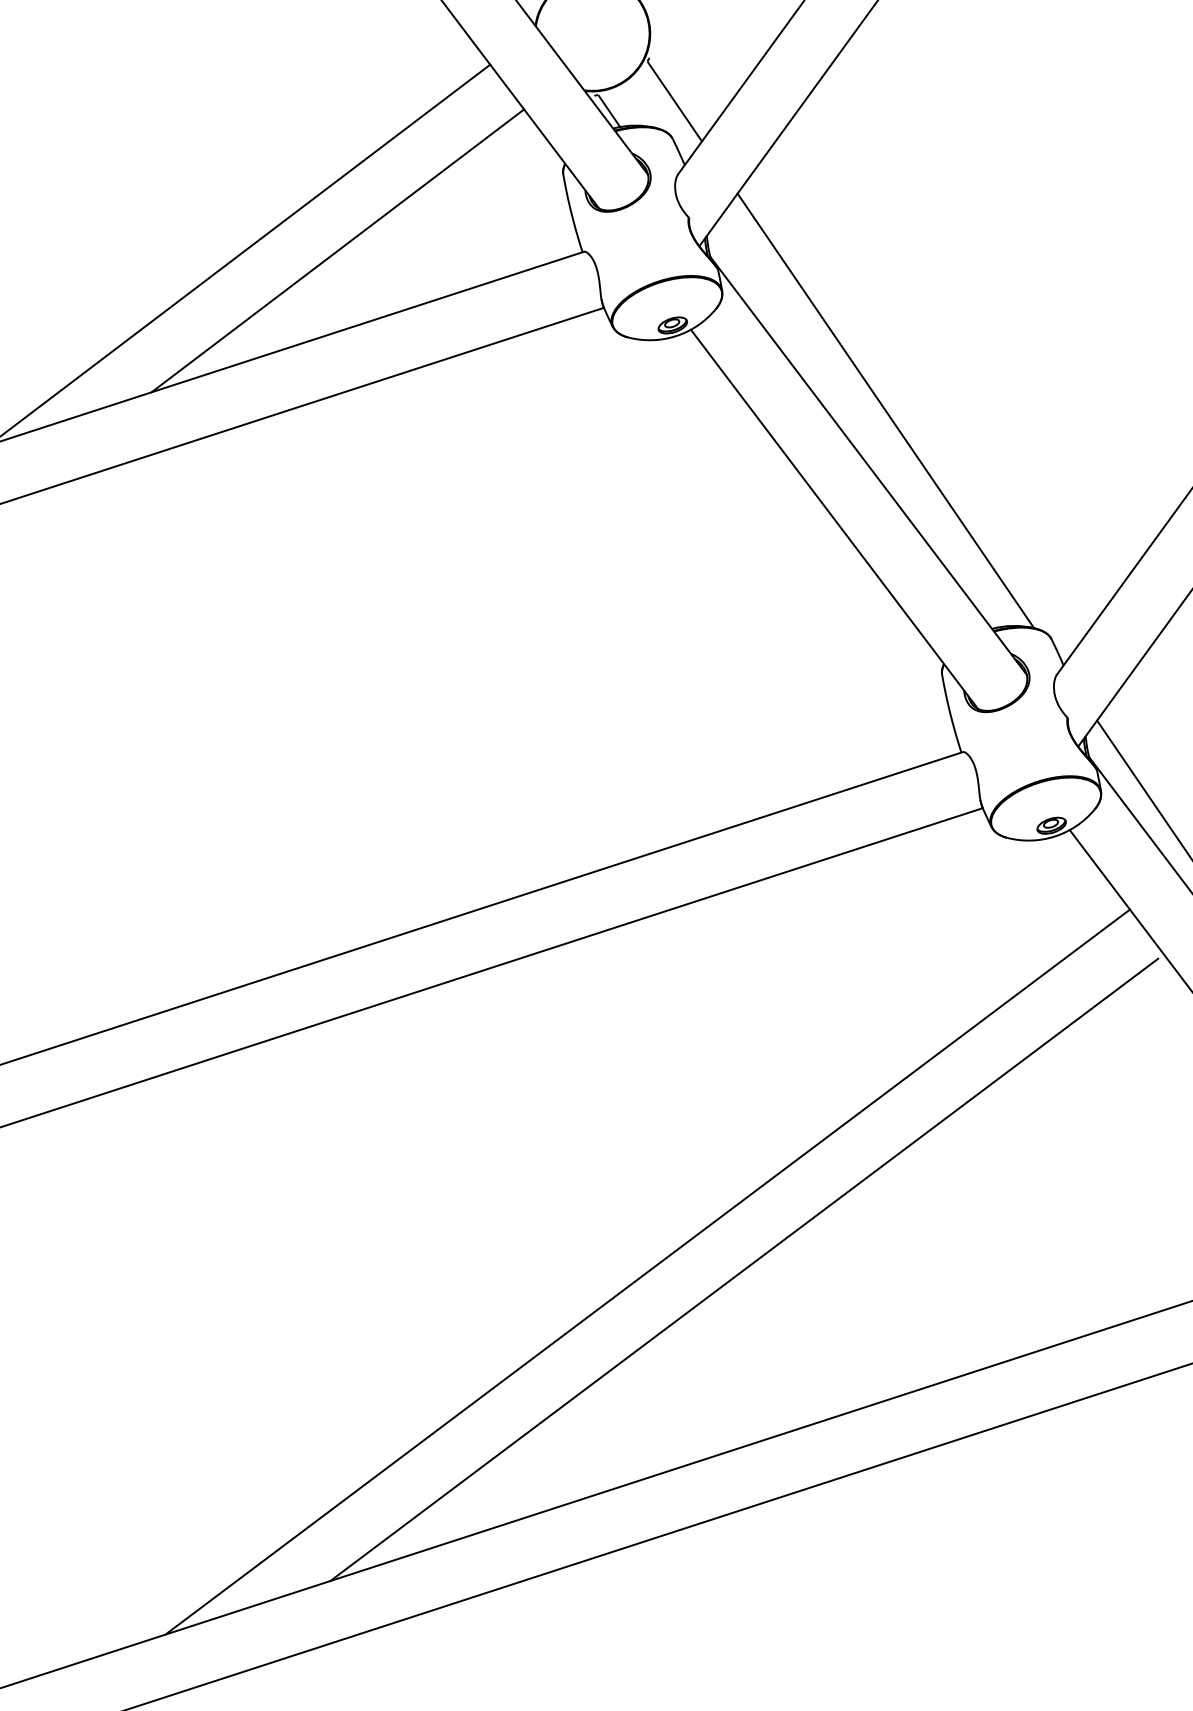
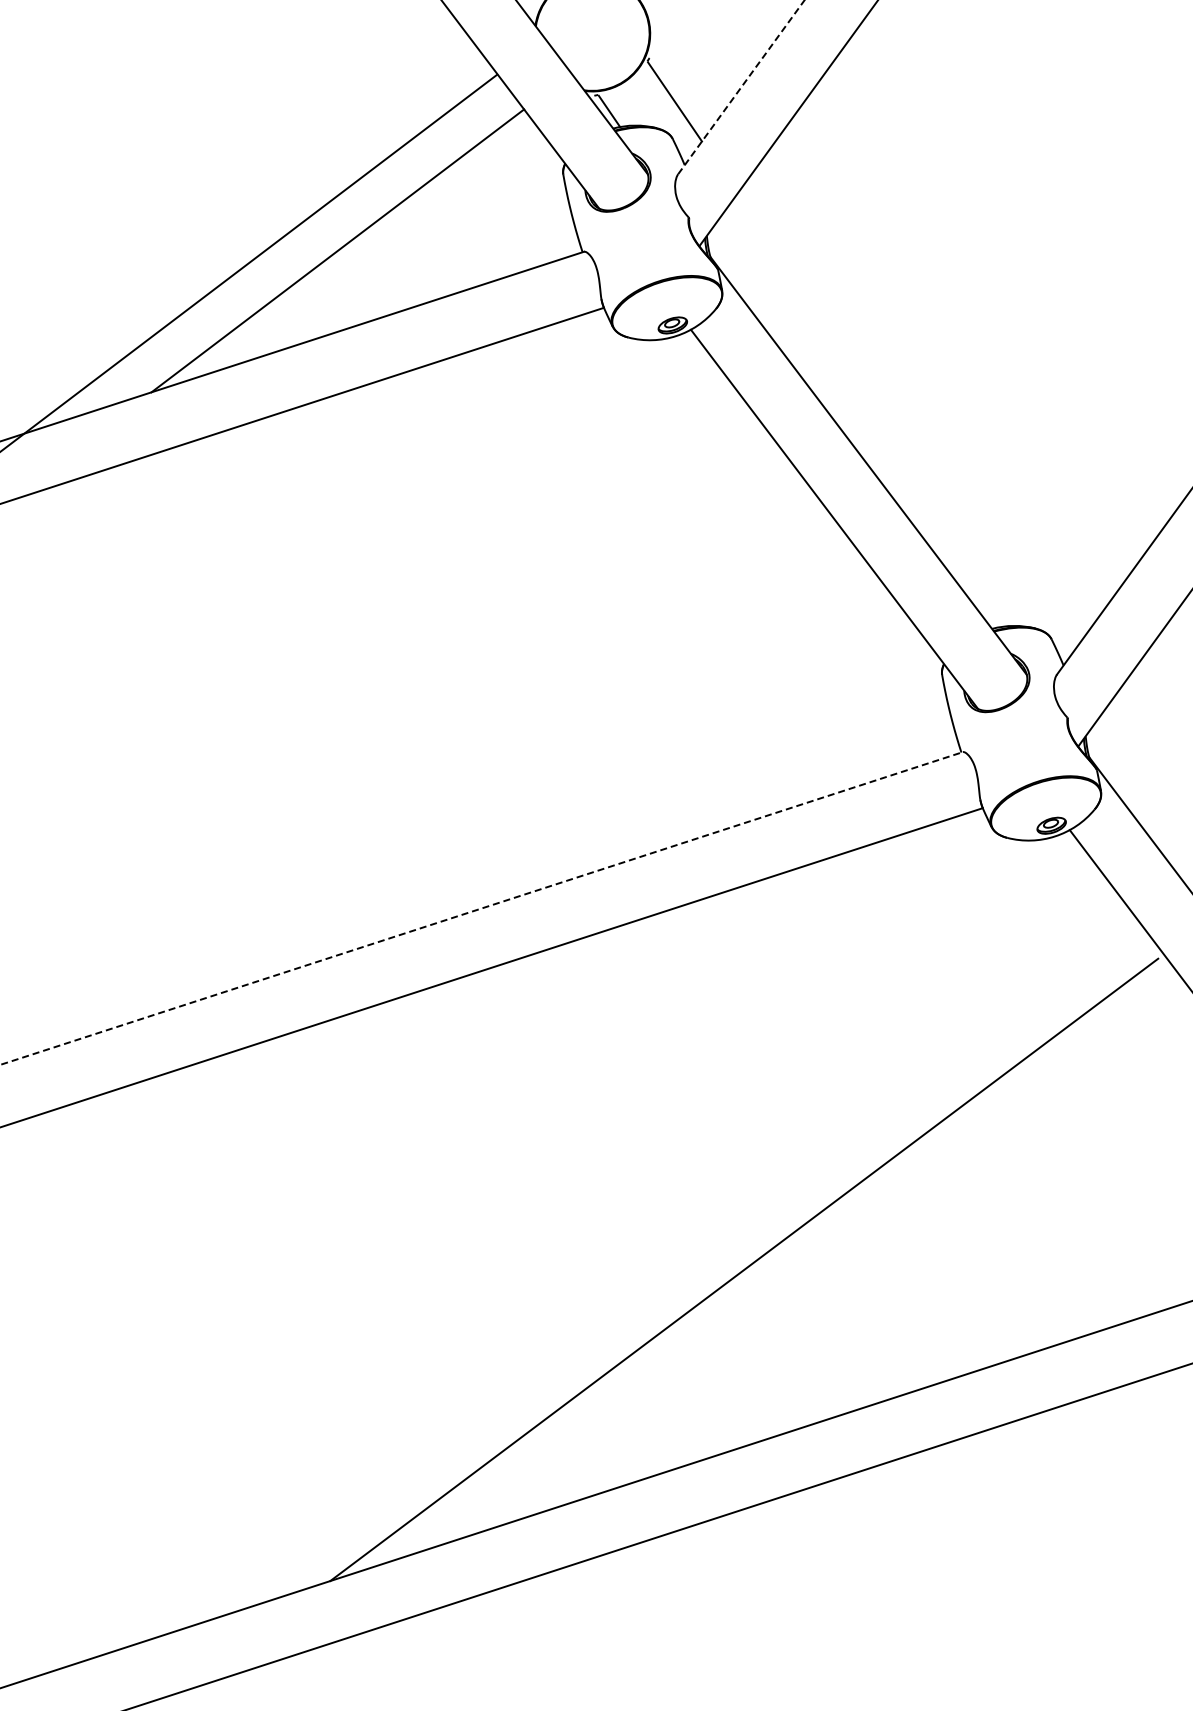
line at (741, 86): solid -> dashed
line at (246, 249) position: (246, 249) -> (249, 262)
line at (885, 410): present -> none
line at (1143, 788): present -> none
line at (481, 908): solid -> dashed
line at (647, 1271): present -> none
